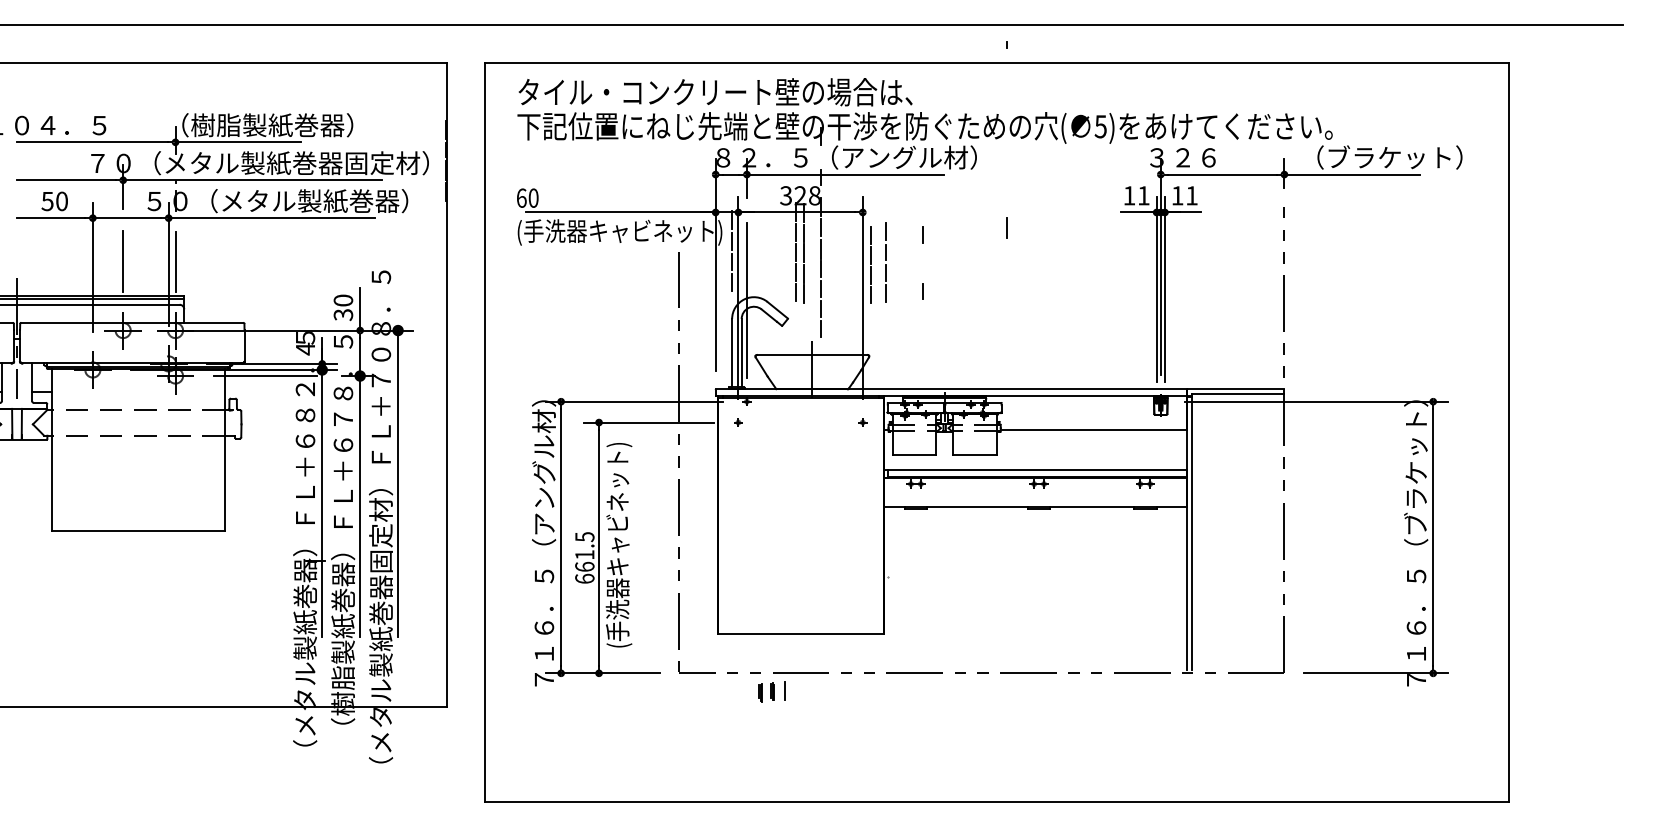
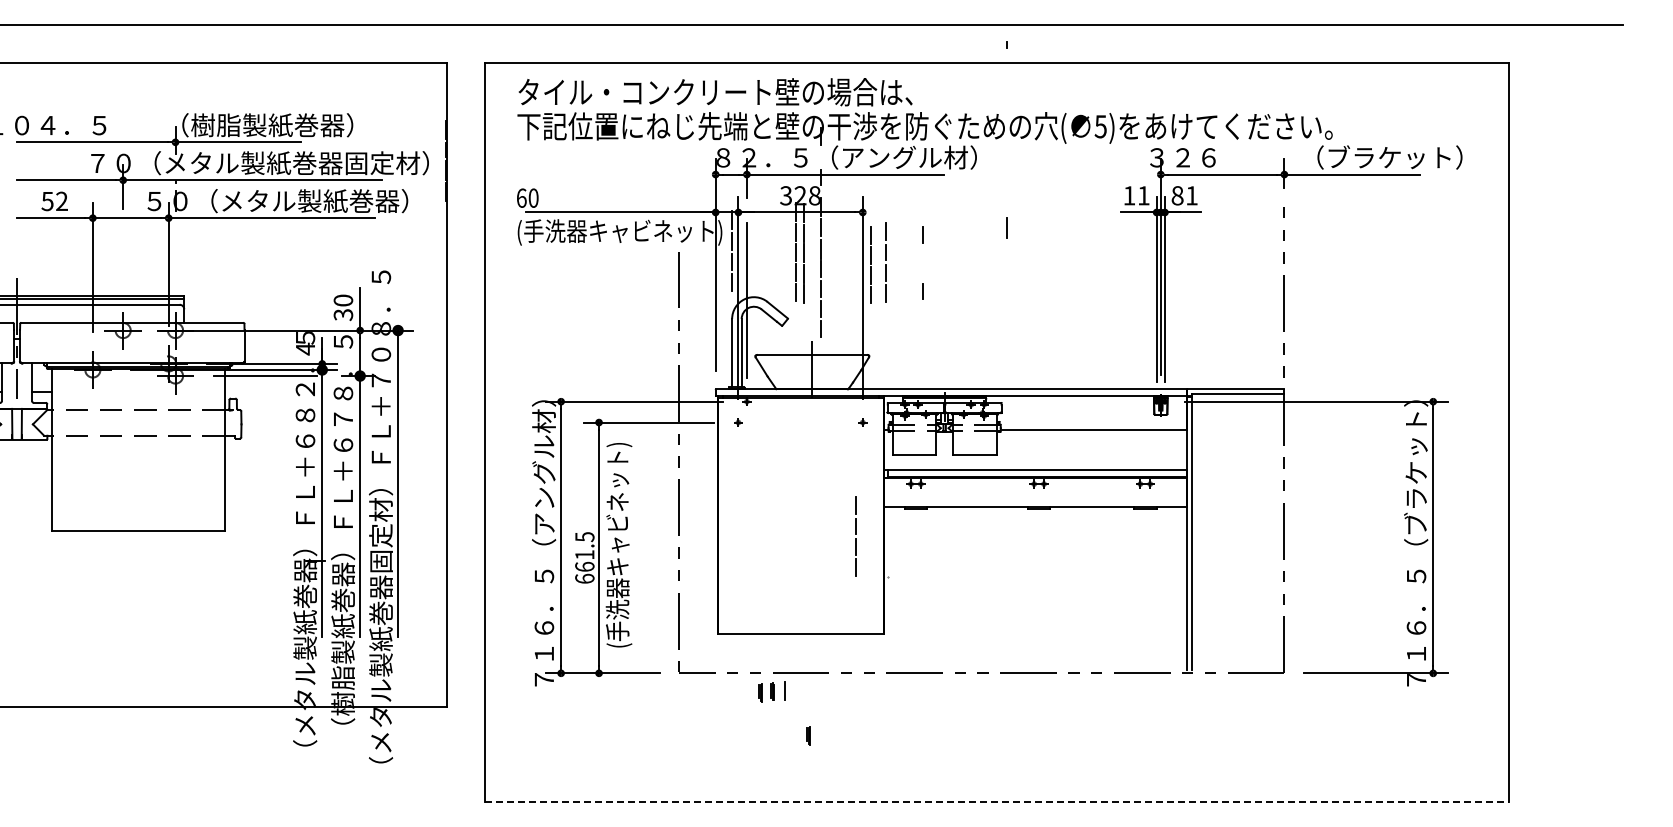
text at (1177, 195): 11 -> 81
text at (61, 201): 50 -> 52
line at (123, 261): present -> none
line at (175, 262): present -> none
line at (855, 534): none -> present
part at (808, 735): none -> present
line at (997, 802): solid -> dashed
